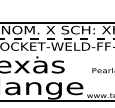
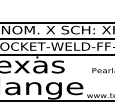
line at (57, 38): dashed -> solid
line at (56, 54): none -> present
